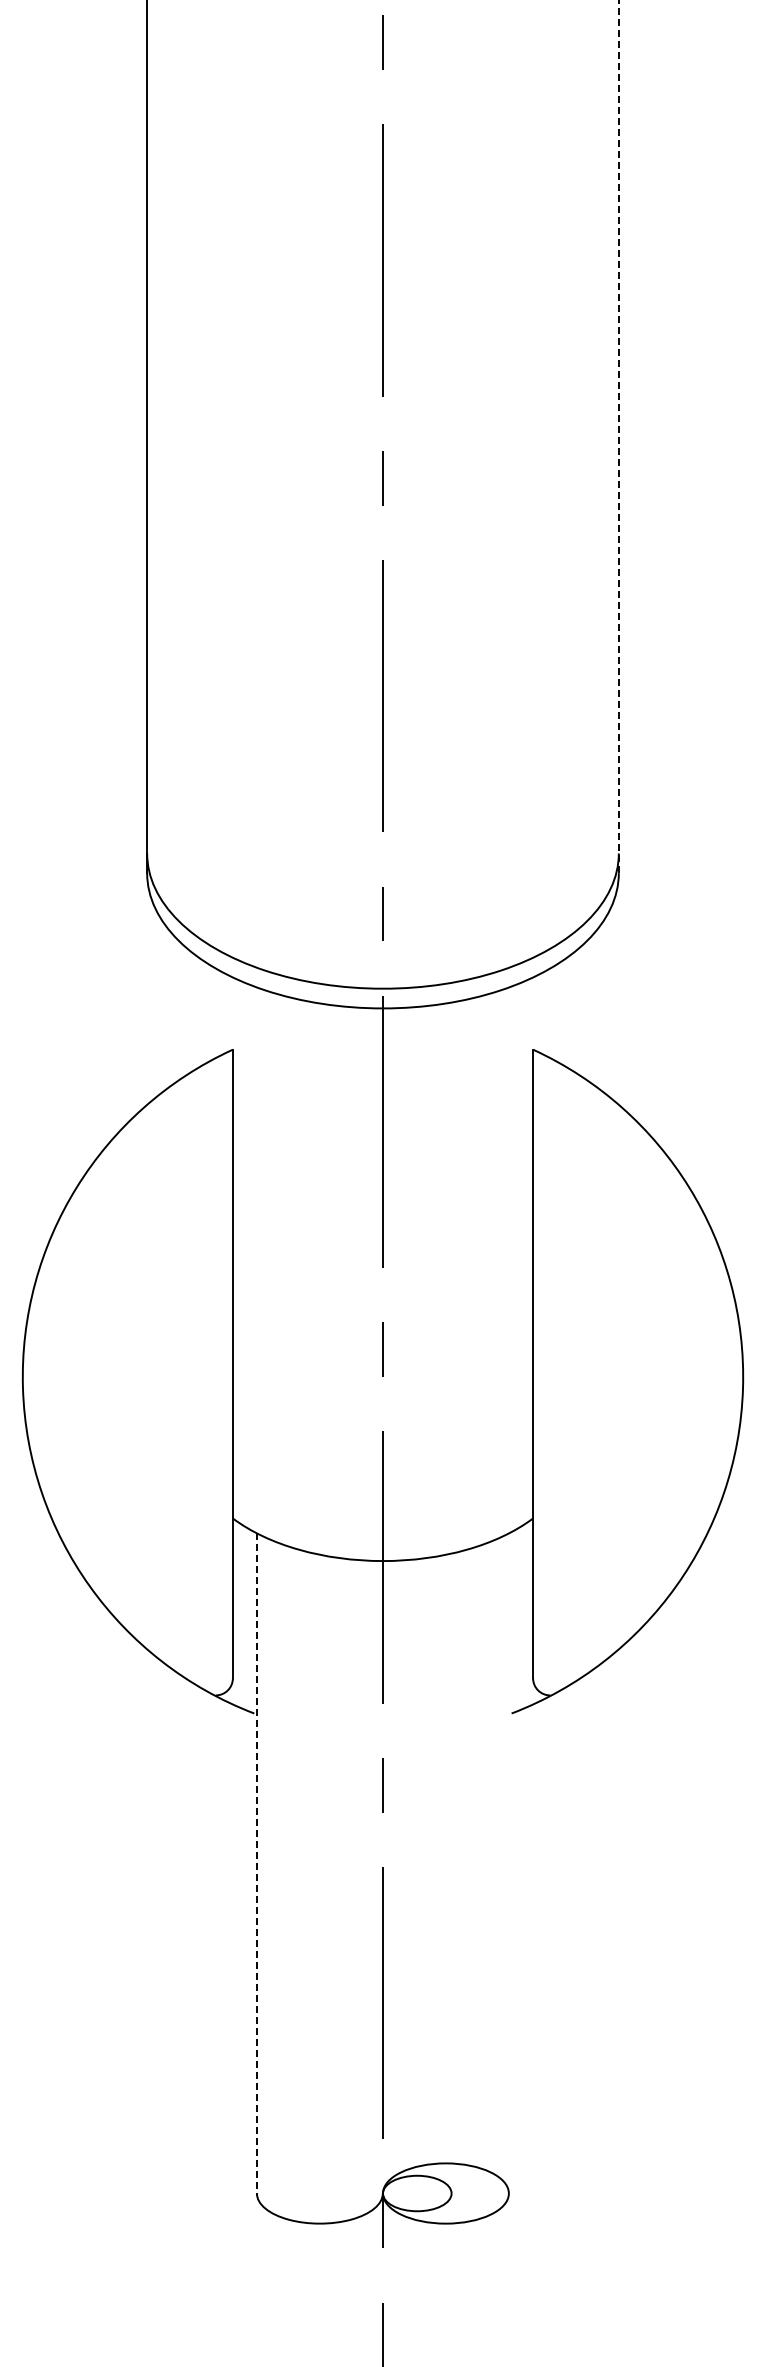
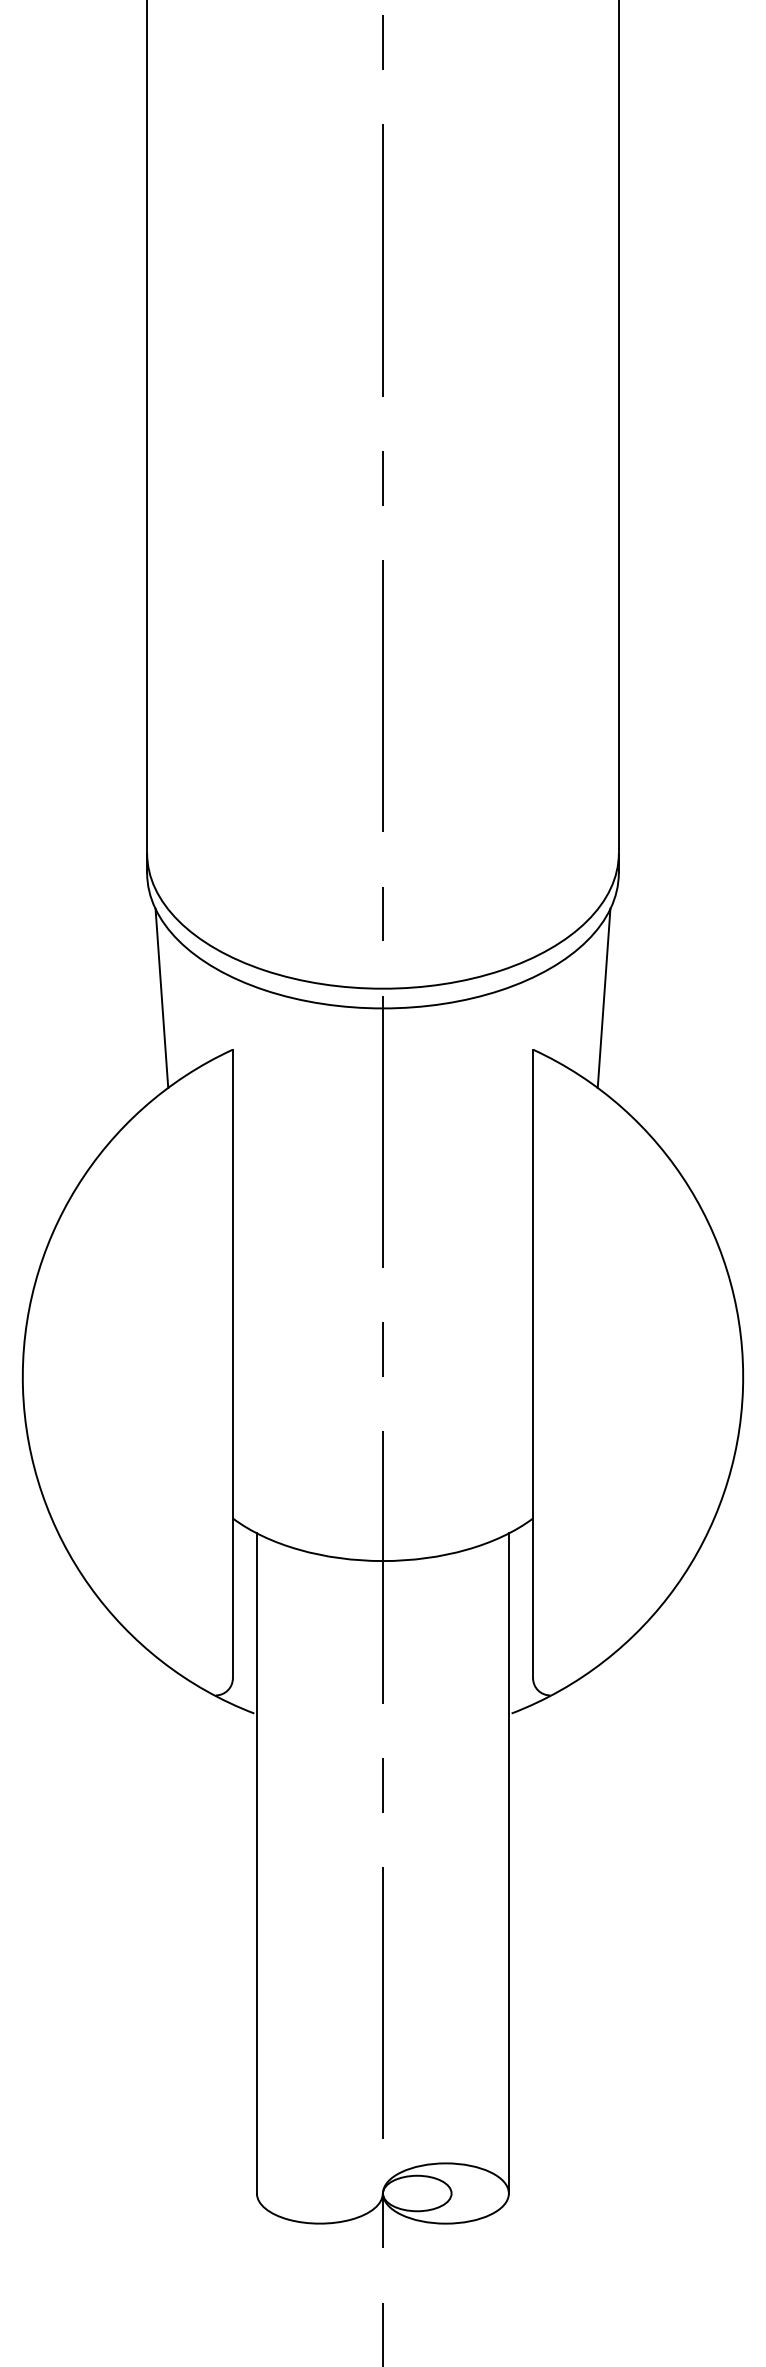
line at (618, 436): dashed -> solid
line at (161, 998): none -> present
line at (603, 998): none -> present
line at (256, 1863): dashed -> solid
line at (509, 1863): none -> present
